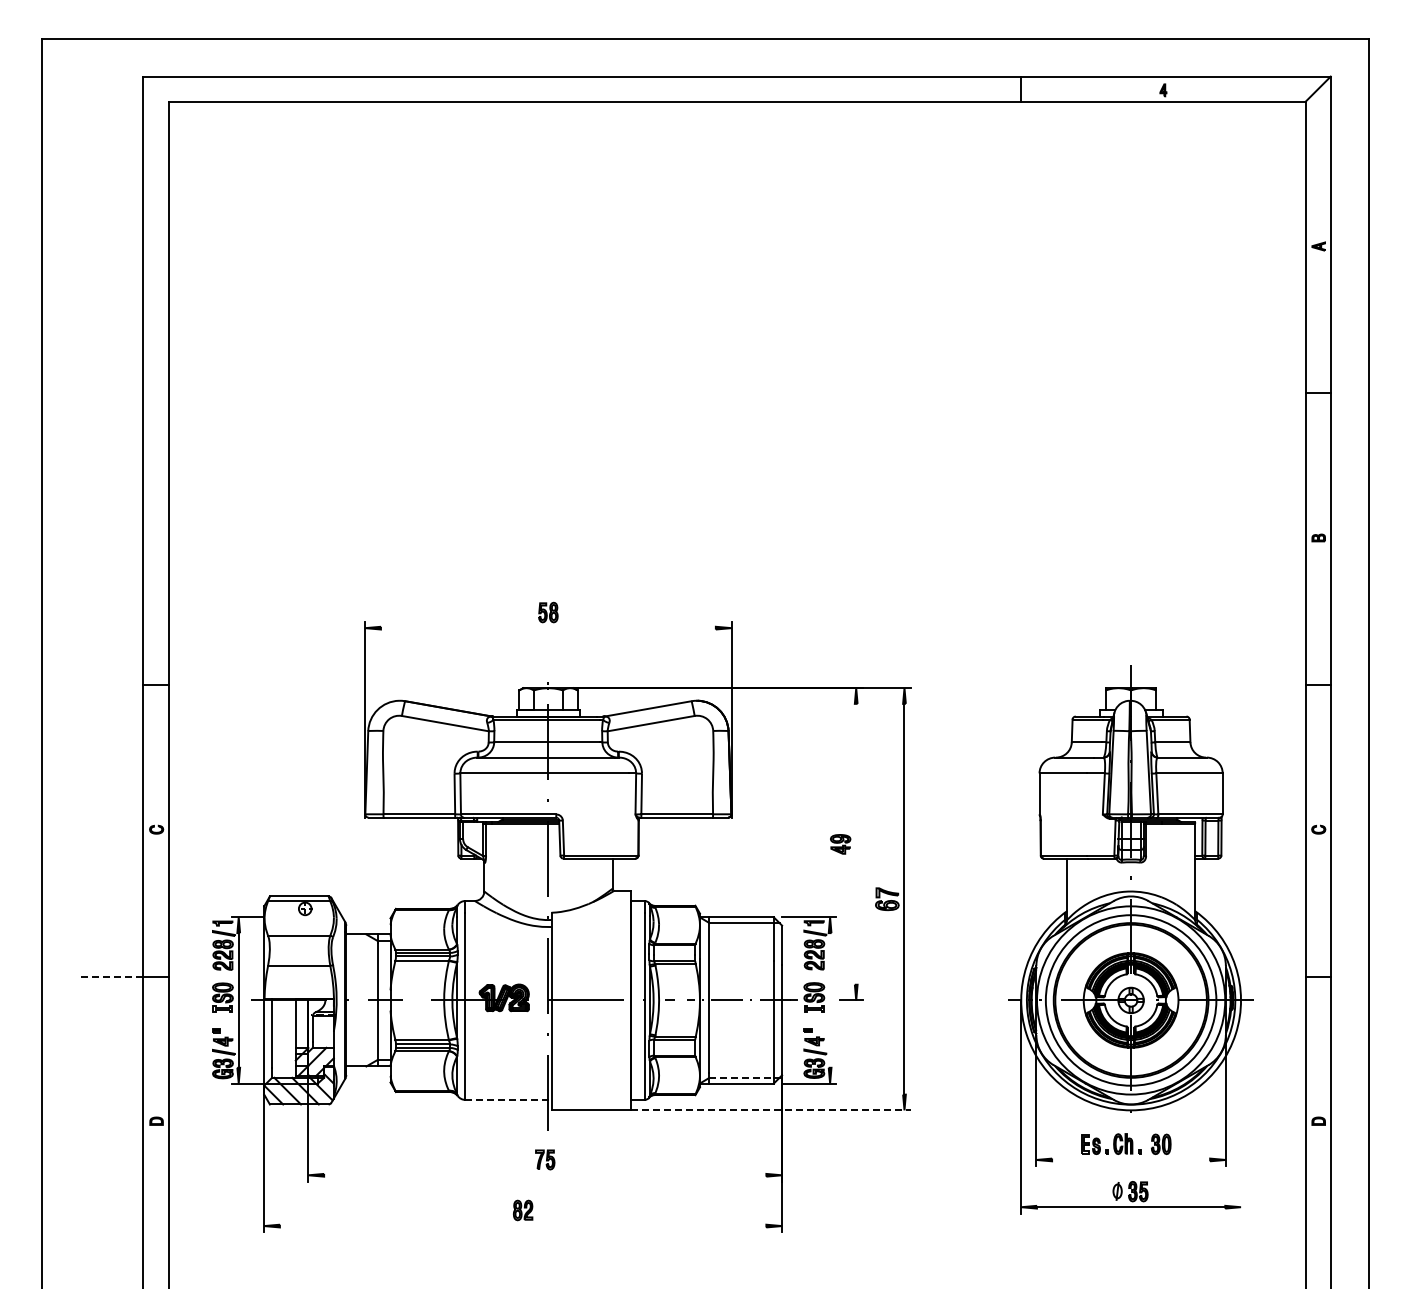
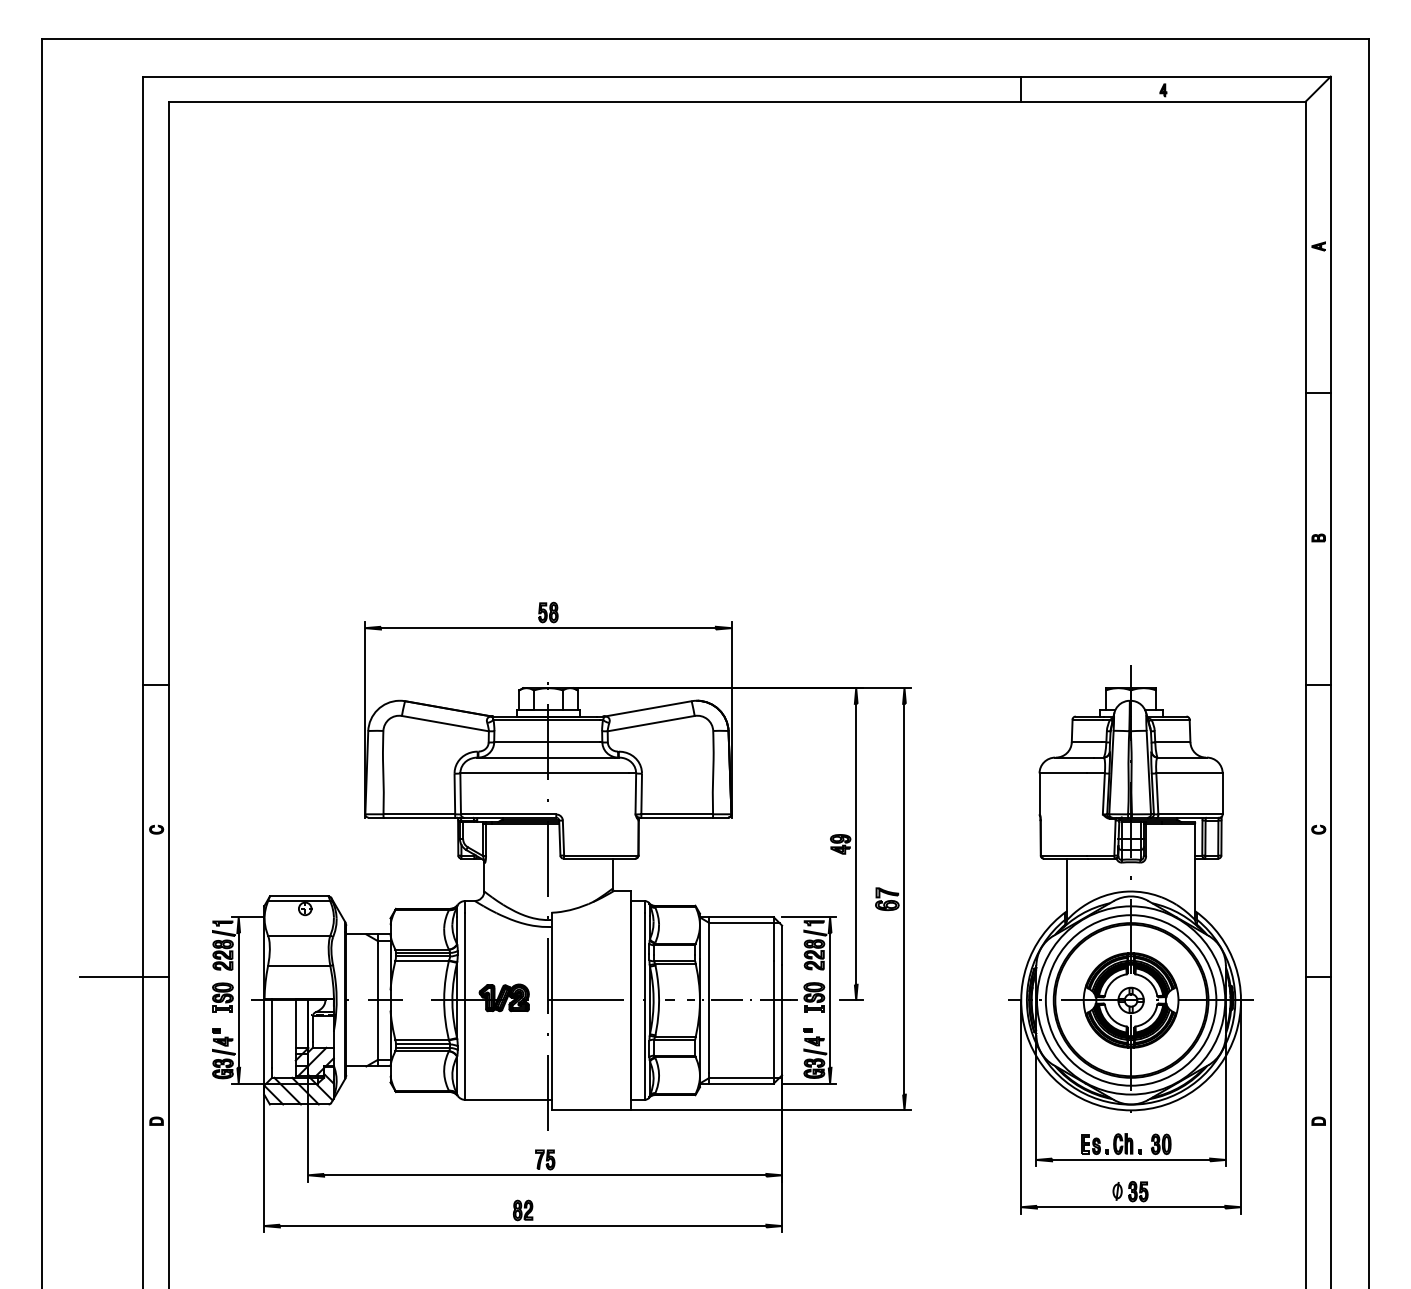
line at (547, 628): none -> present
line at (856, 843): none -> present
line at (111, 976): dashed -> solid
line at (830, 1000): none -> present
line at (742, 1077): dashed -> solid
line at (509, 1099): dashed -> solid
line at (1241, 1106): none -> present
line at (771, 1110): dashed -> solid
line at (1131, 1159): none -> present
line at (545, 1175): none -> present
line at (522, 1226): none -> present
